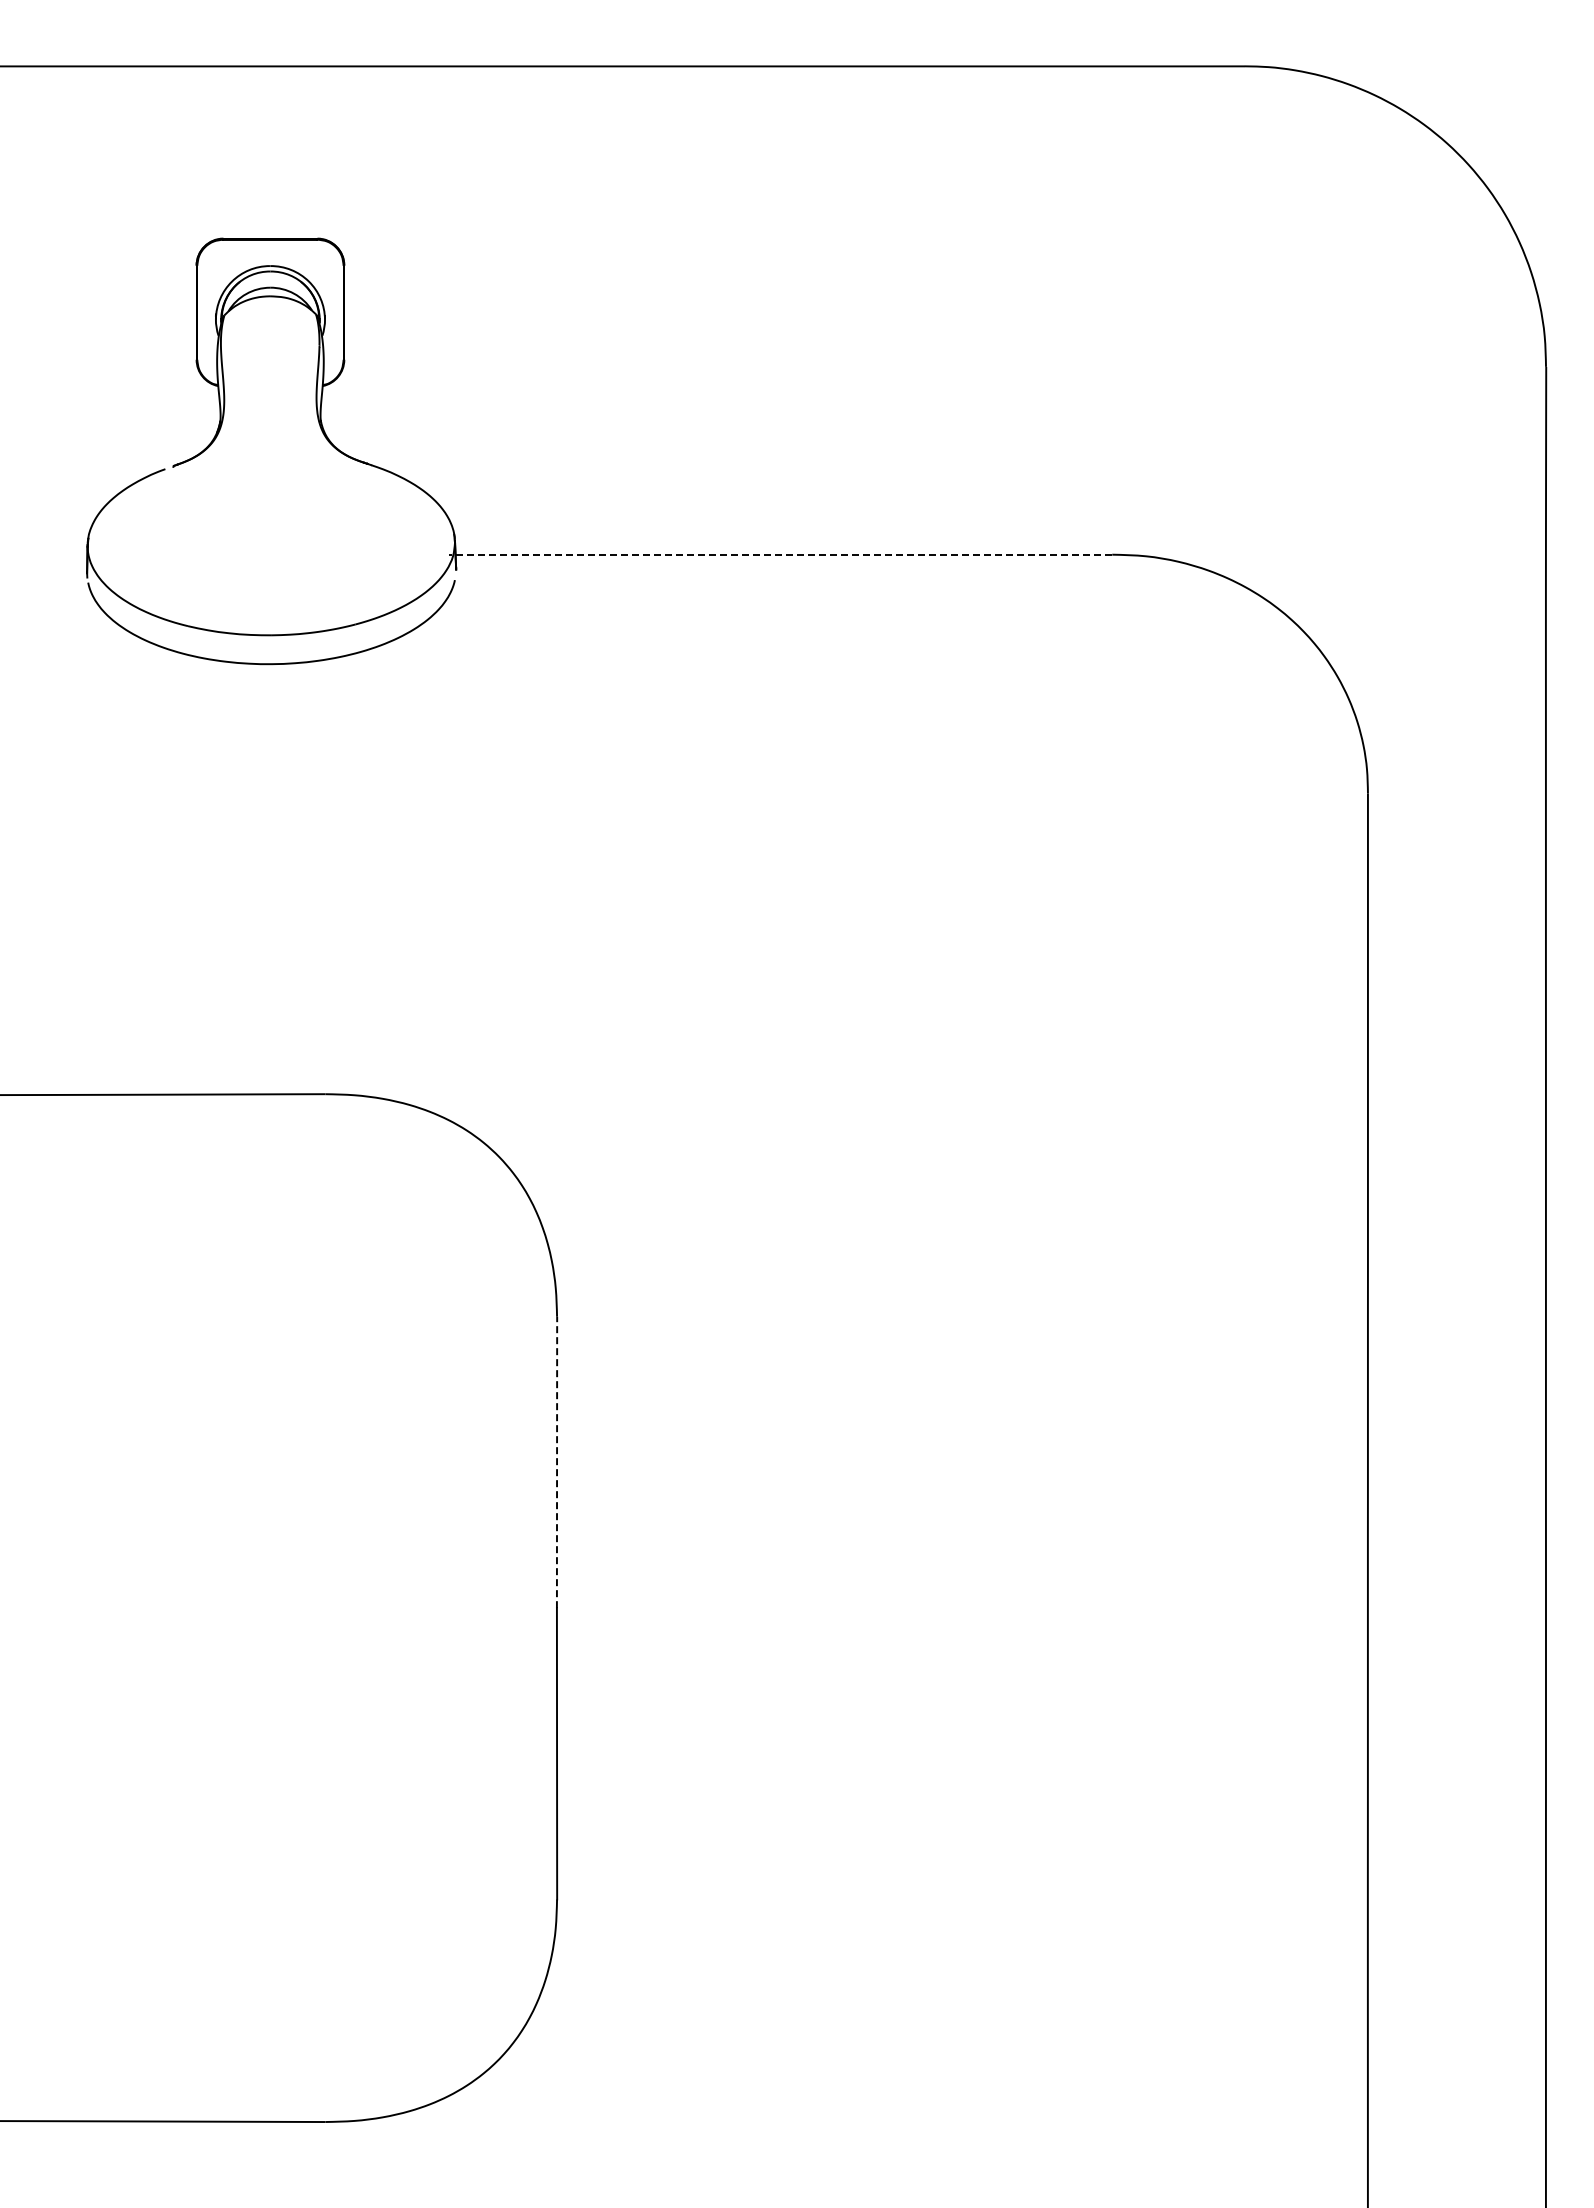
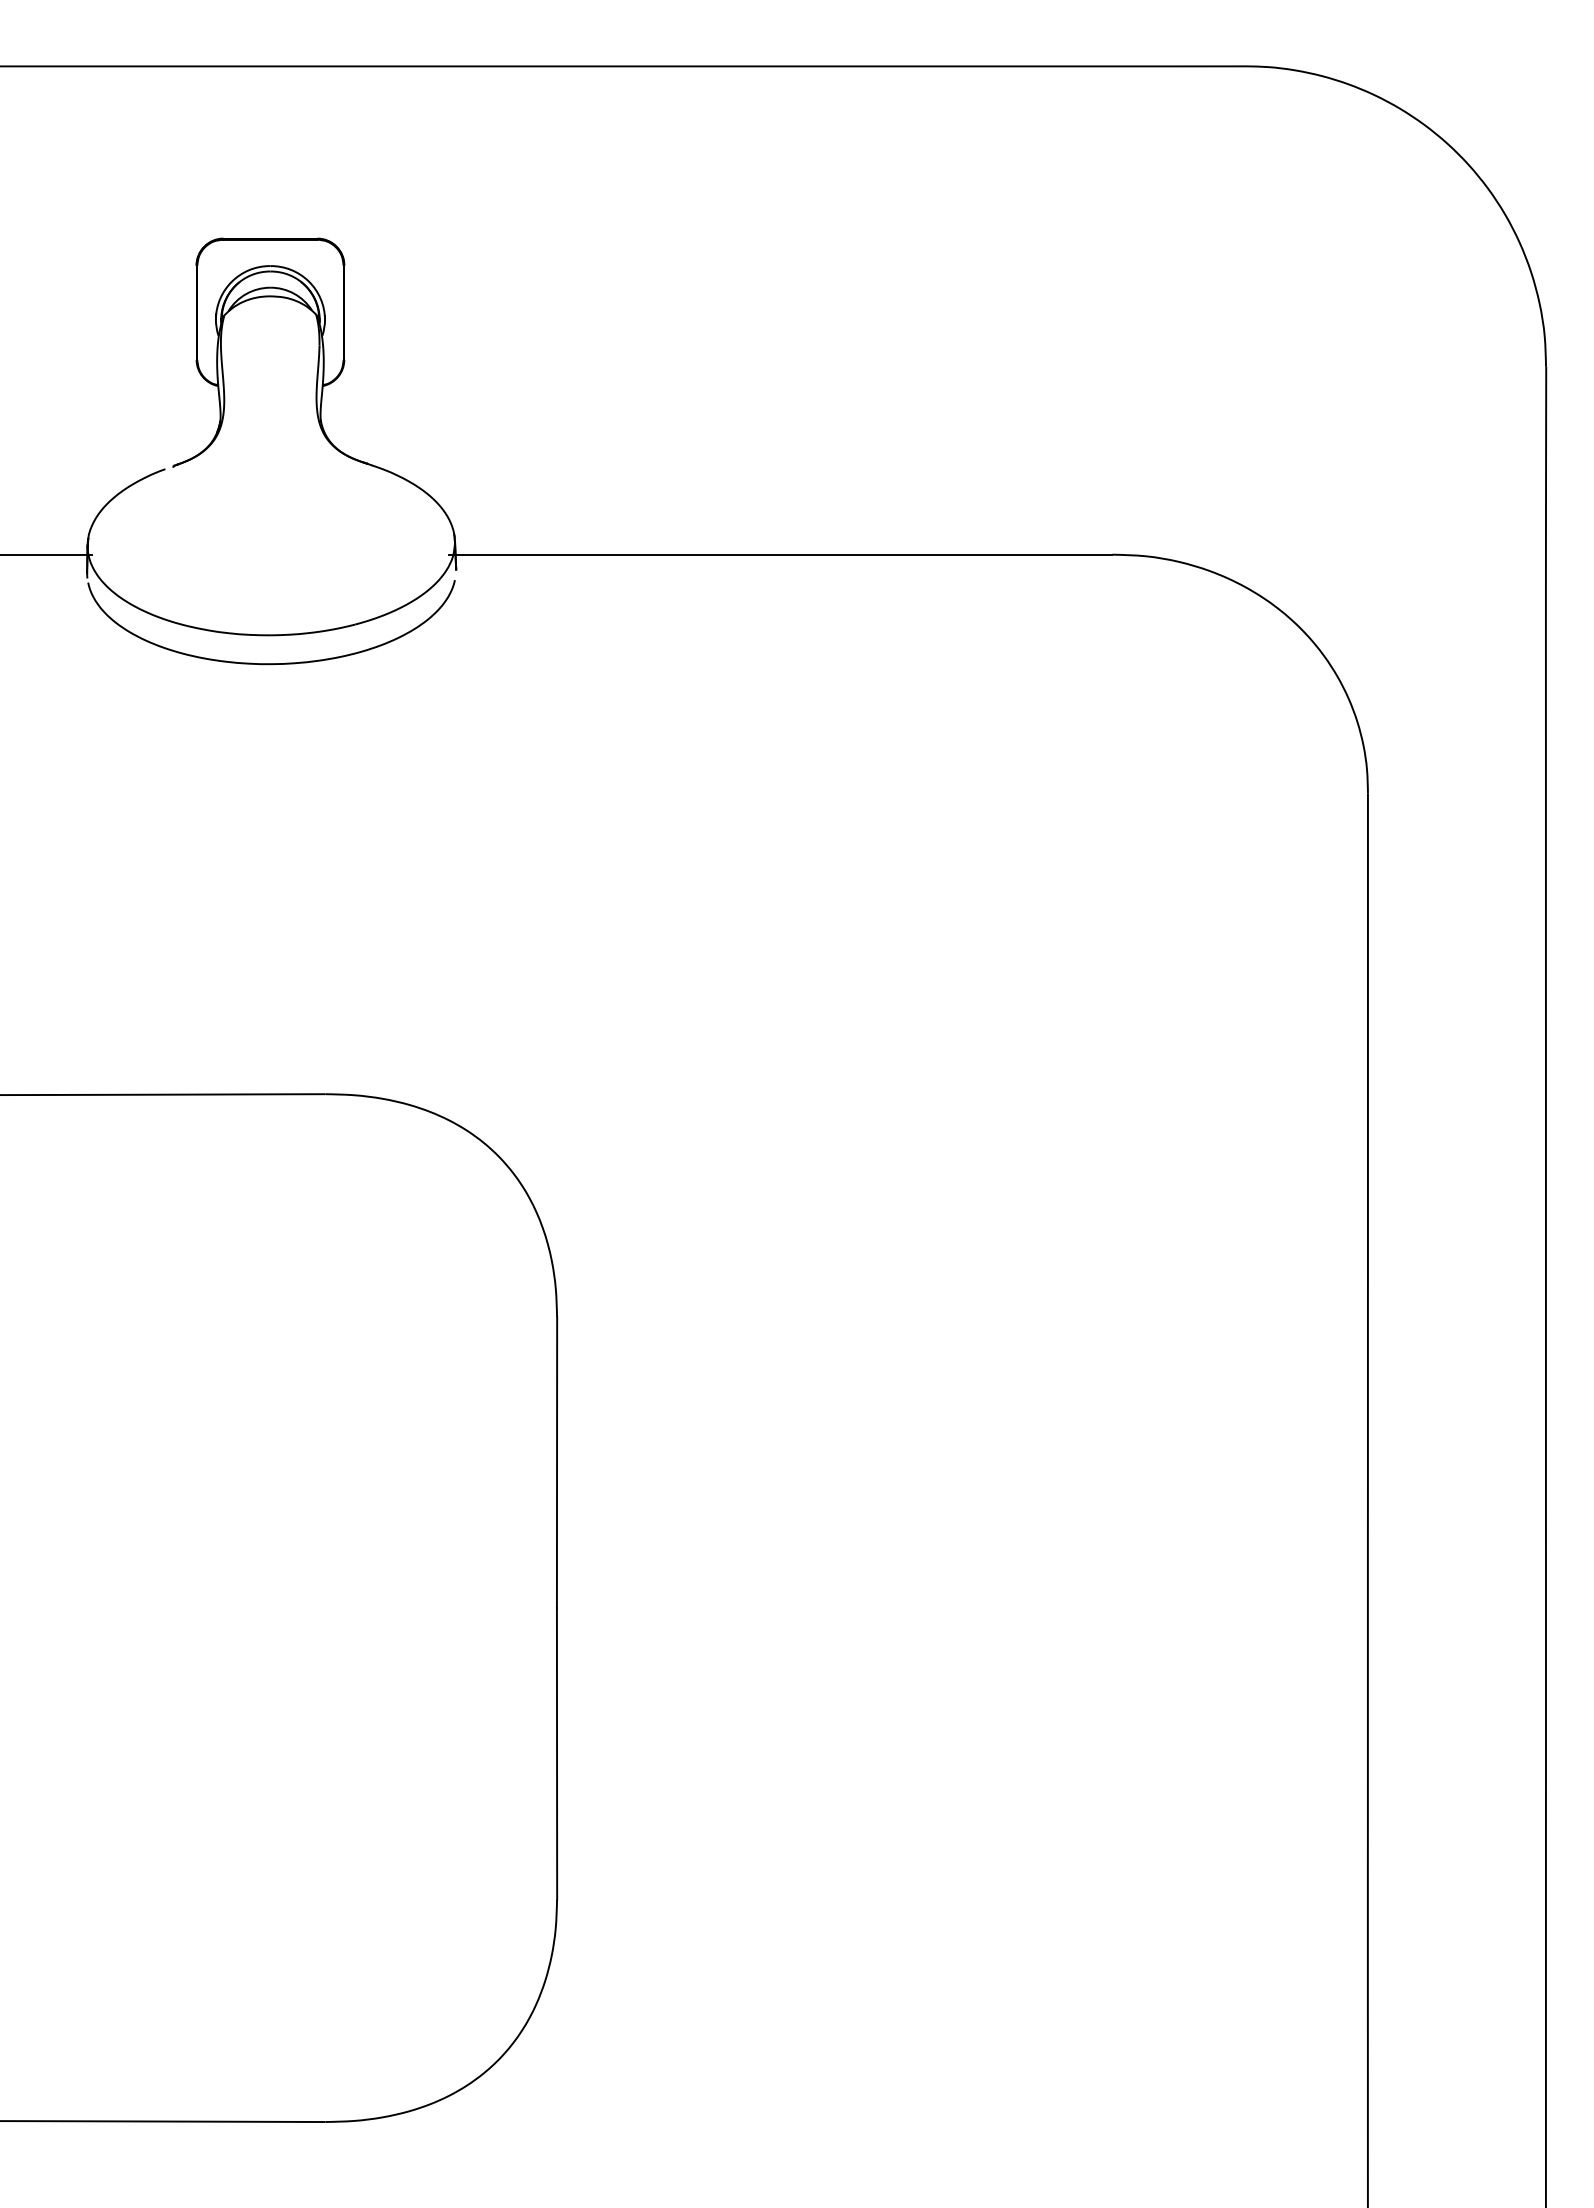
line at (47, 554): none -> present
line at (780, 554): dashed -> solid
line at (557, 1462): dashed -> solid
